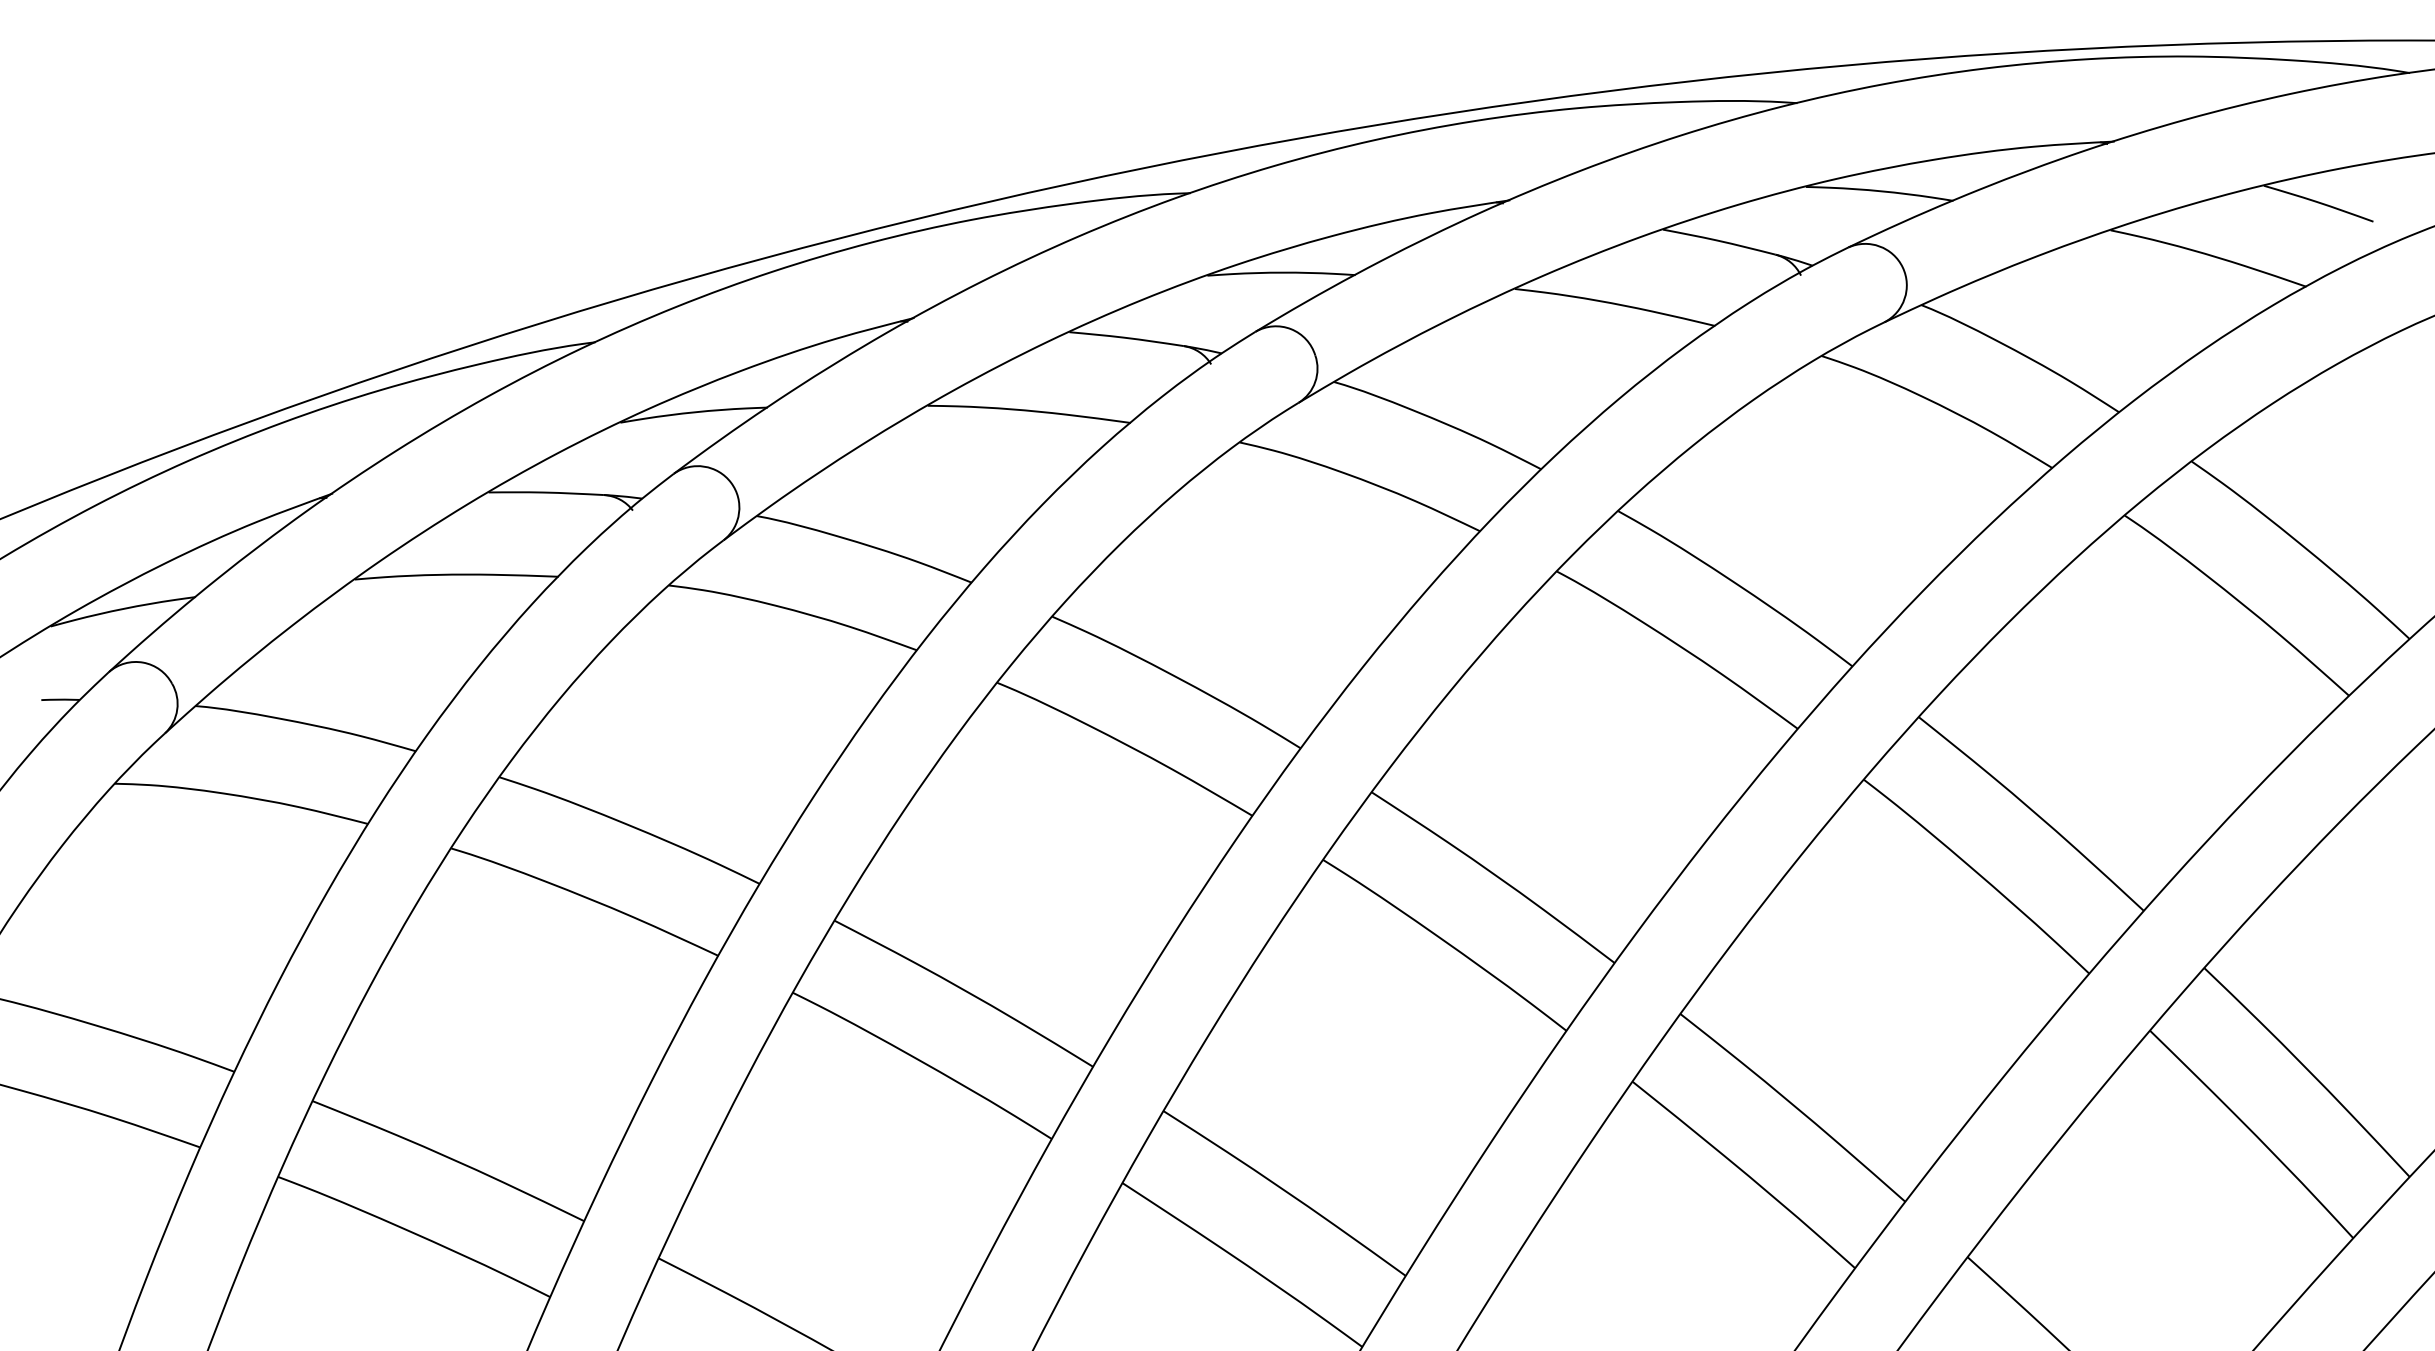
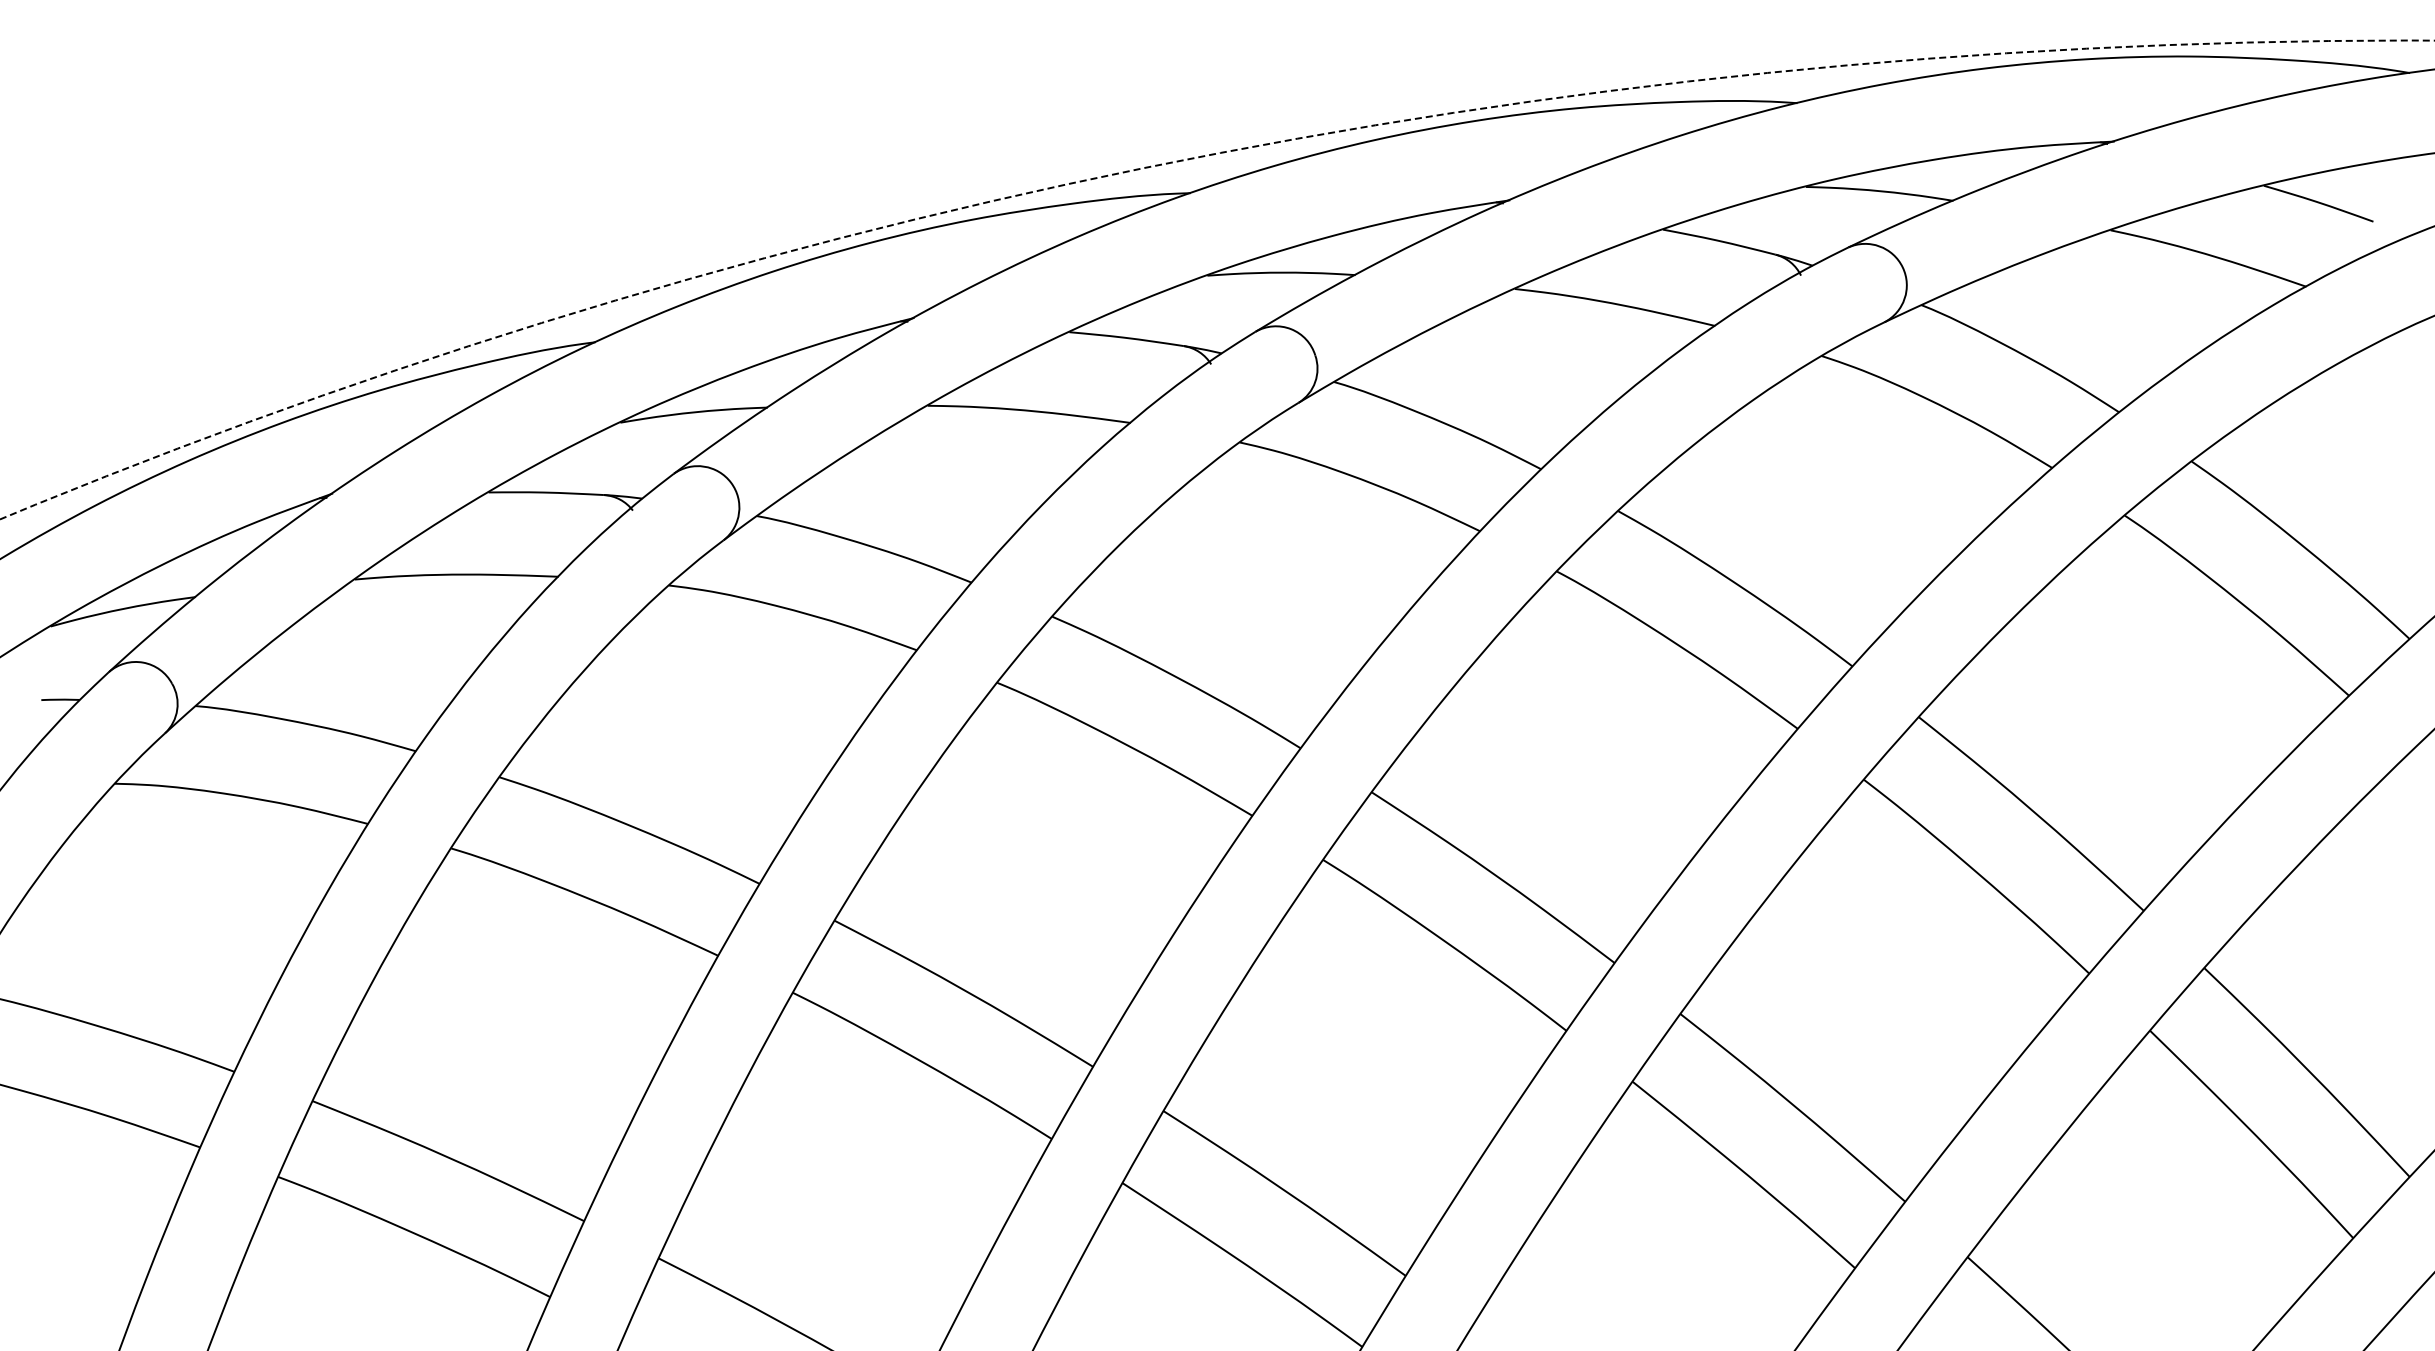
circle at (1217, 279): solid -> dashed
